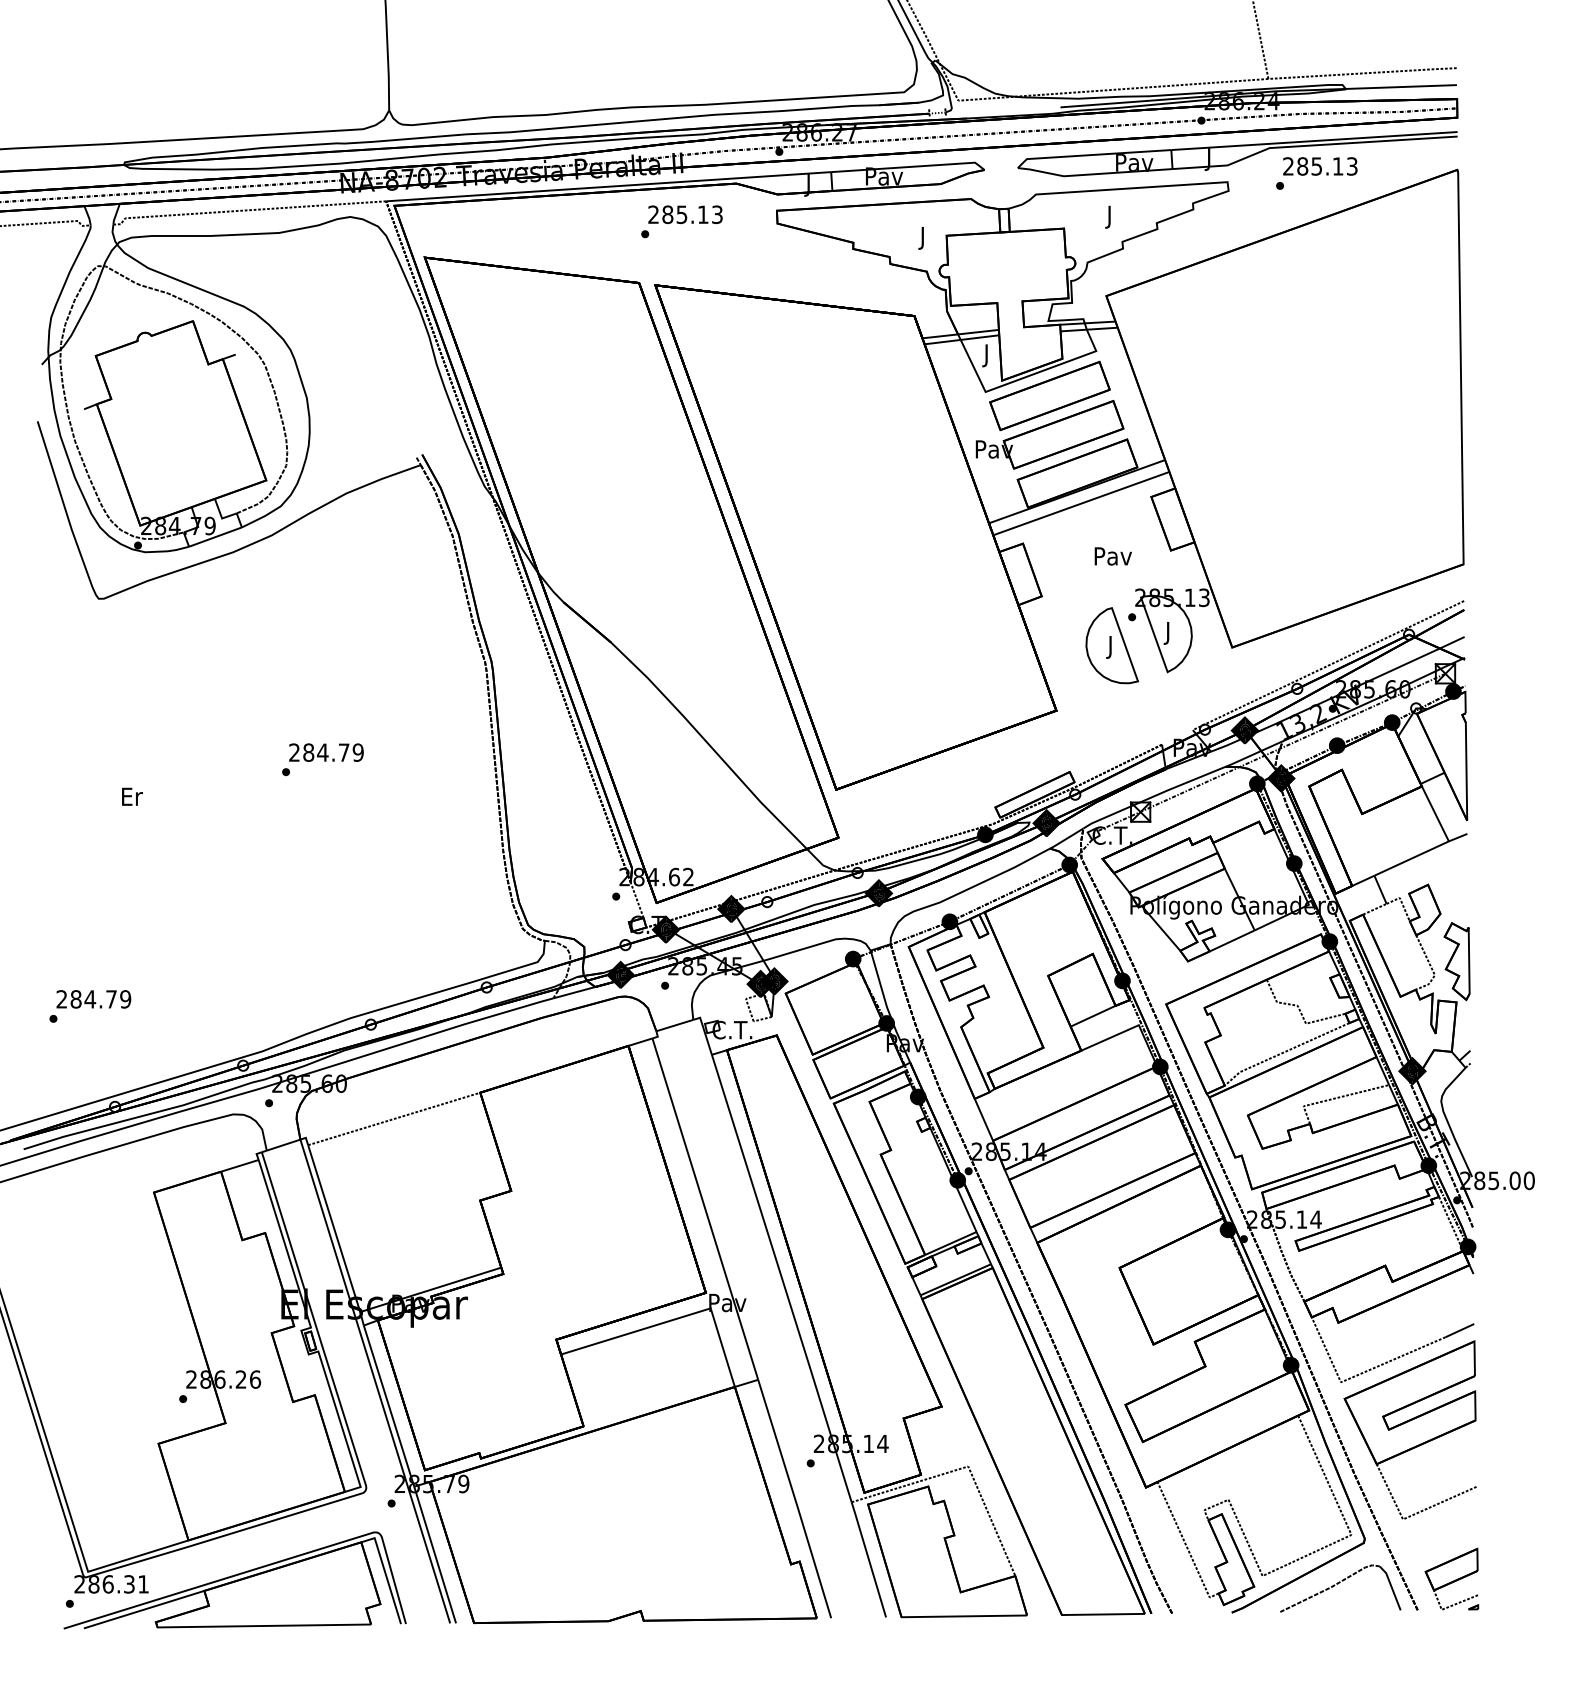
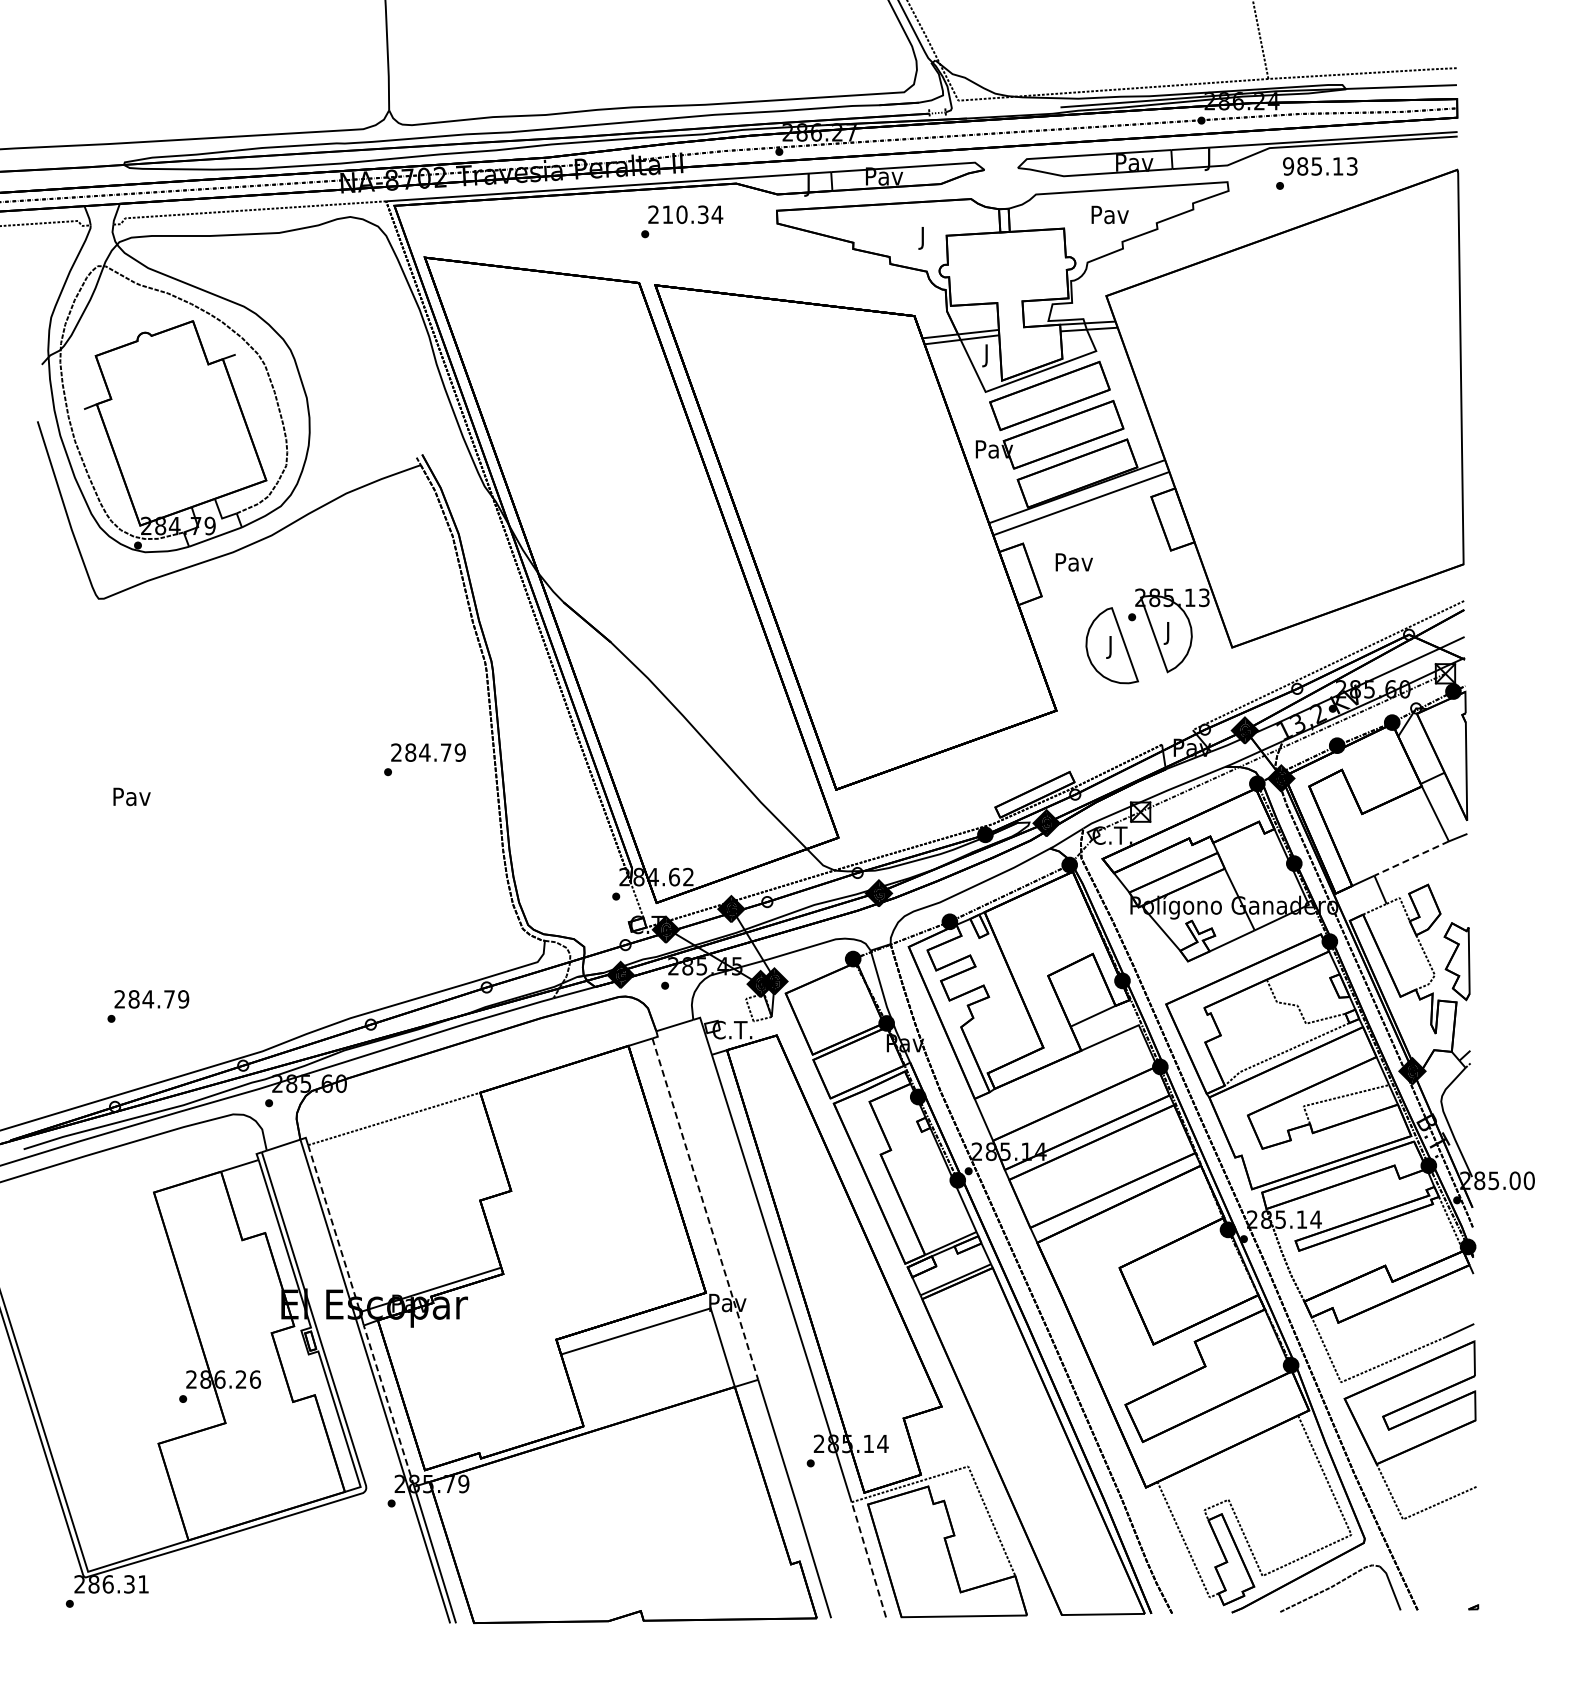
text at (1288, 166): 285.13 -> 985.13
text at (692, 214): 285.13 -> 210.34
text at (1109, 216): J -> Pav
text at (1112, 556) position: (1112, 556) -> (1073, 562)
text at (322, 759) position: (322, 759) -> (424, 759)
text at (131, 796): Er -> Pav
line at (1411, 858): solid -> dashed
text at (90, 1006) position: (90, 1006) -> (148, 1006)
line at (705, 1209): solid -> dashed
line at (334, 1229): solid -> dashed
line at (388, 1405): solid -> dashed
line at (868, 1559): solid -> dashed
part at (1451, 1578): present -> none
part at (234, 1580): present -> none
